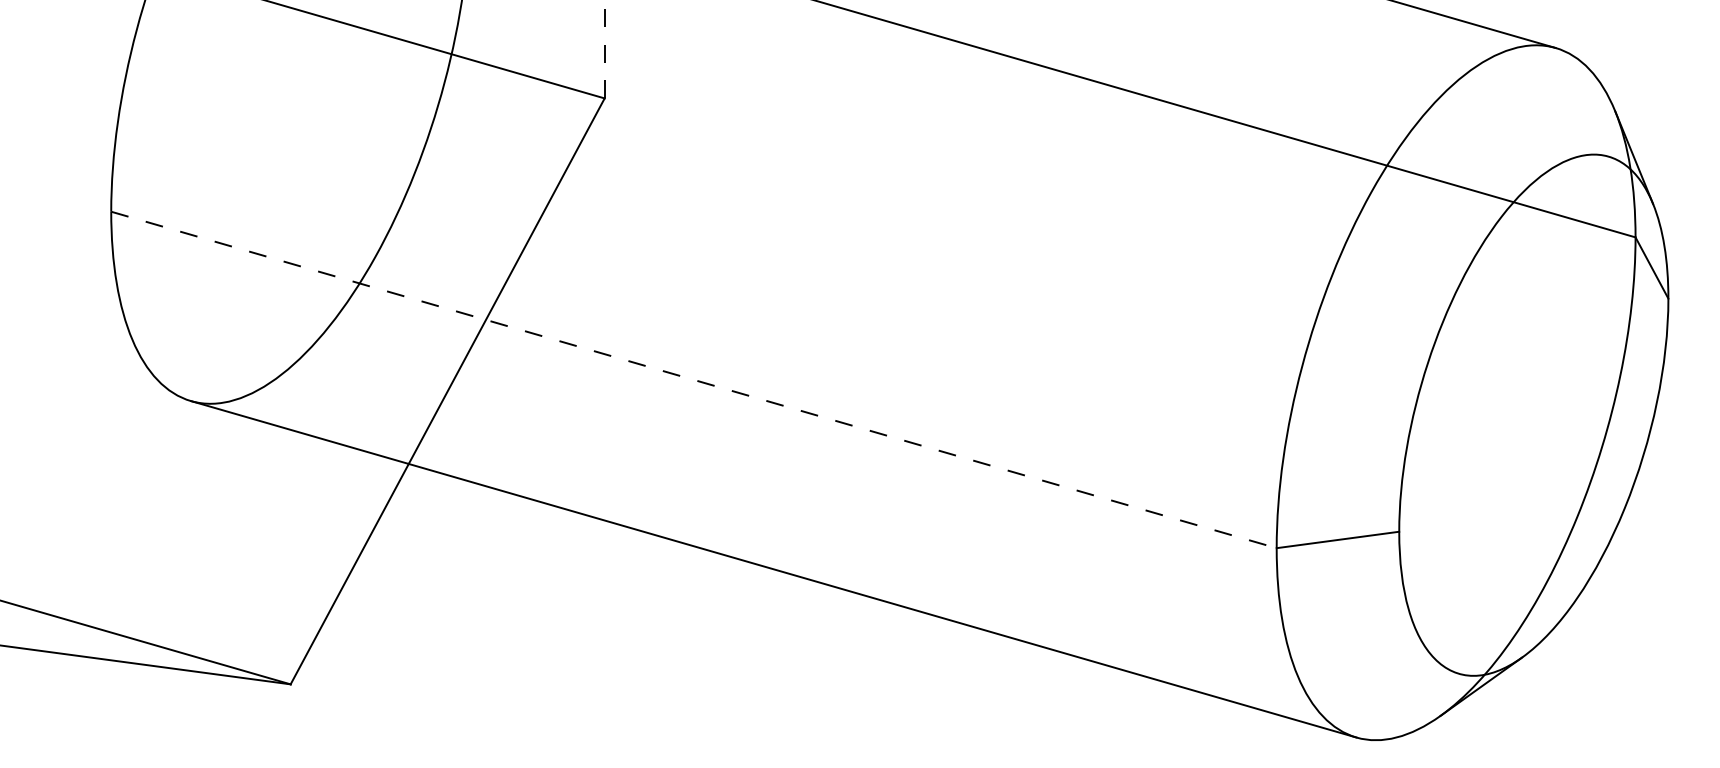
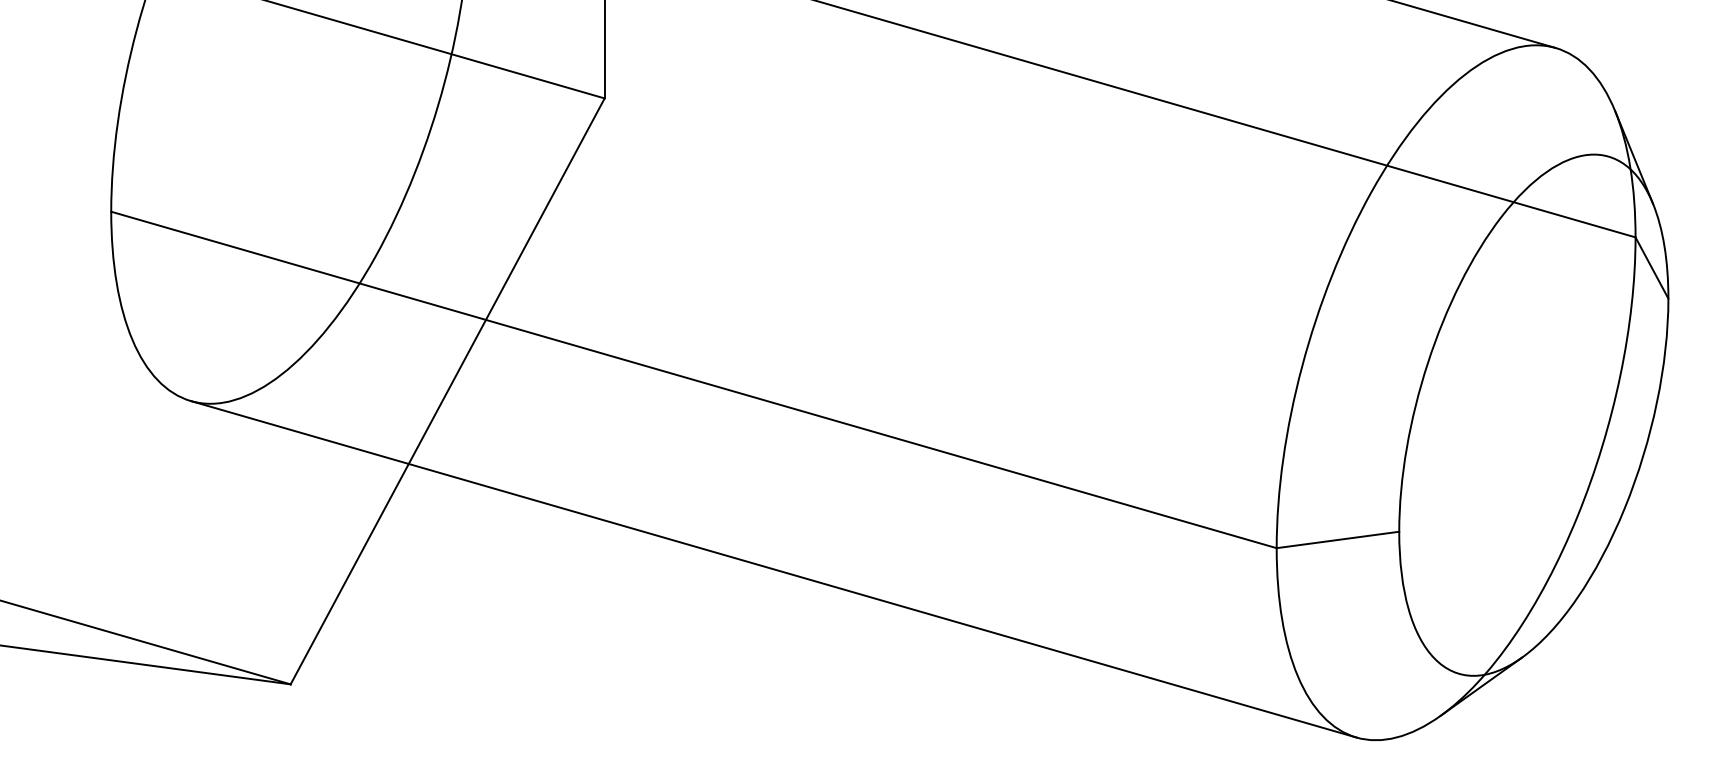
line at (604, 49): dashed -> solid
line at (693, 379): dashed -> solid
